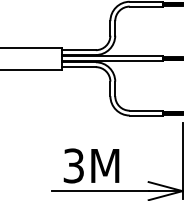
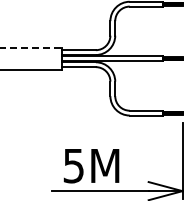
line at (30, 47): solid -> dashed
text at (73, 165): 3M -> 5M
